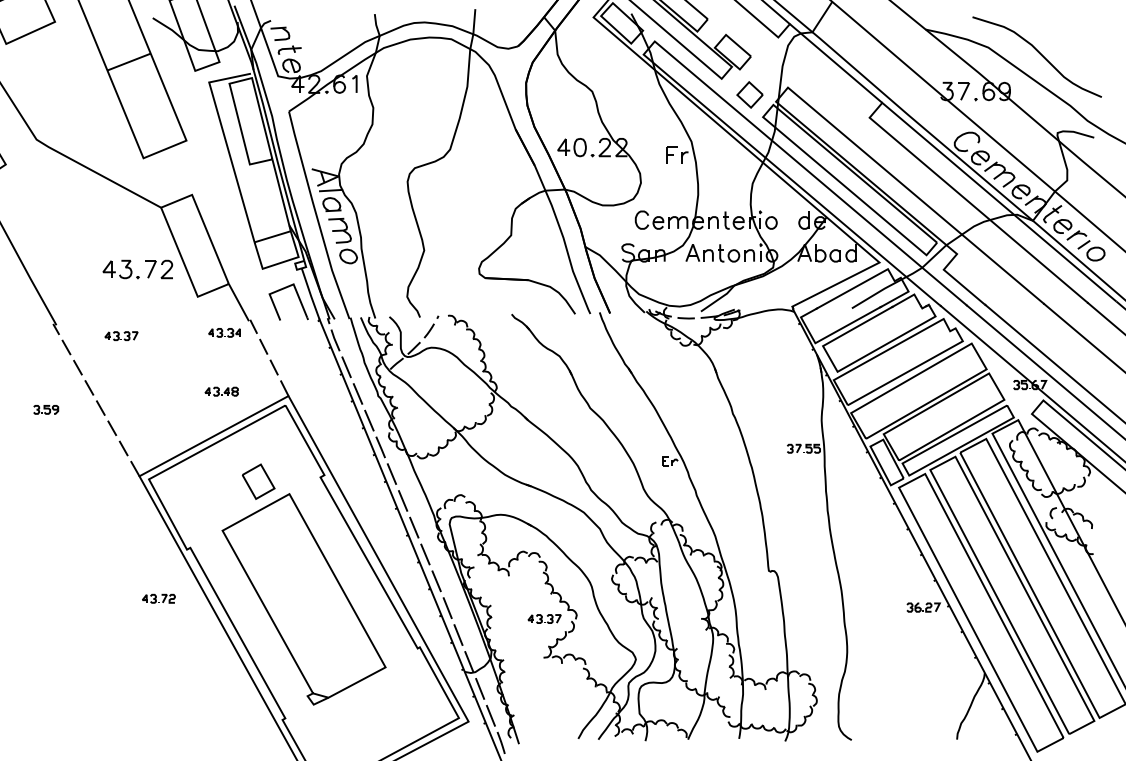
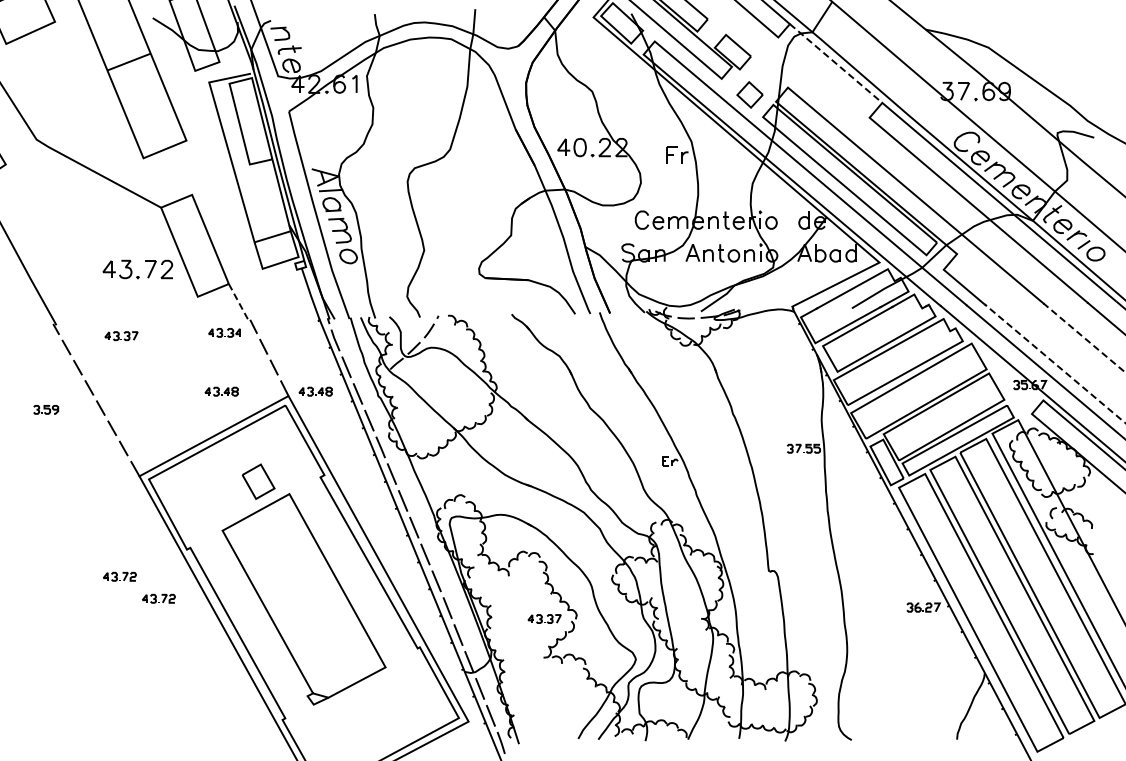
curve at (1038, 53): present -> none
line at (835, 63): solid -> dashed
part at (298, 299): present -> none
line at (239, 303): solid -> dashed
part at (315, 391): none -> present
line at (1096, 398): solid -> dashed
part at (119, 576): none -> present
